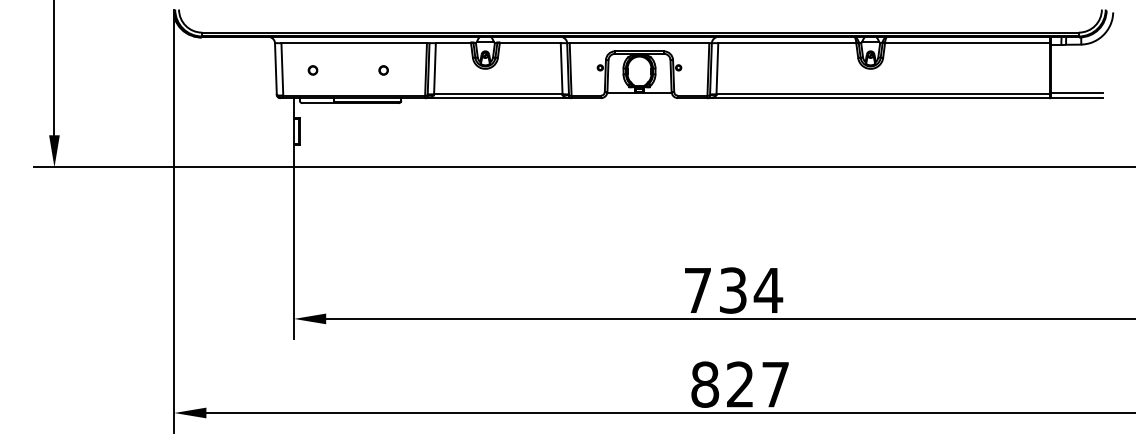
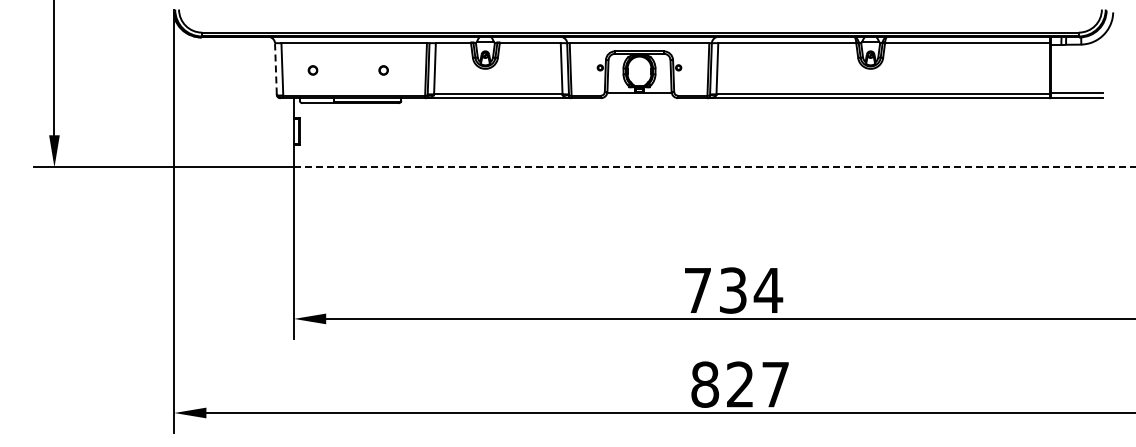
line at (275, 68): solid -> dashed
line at (714, 167): solid -> dashed
